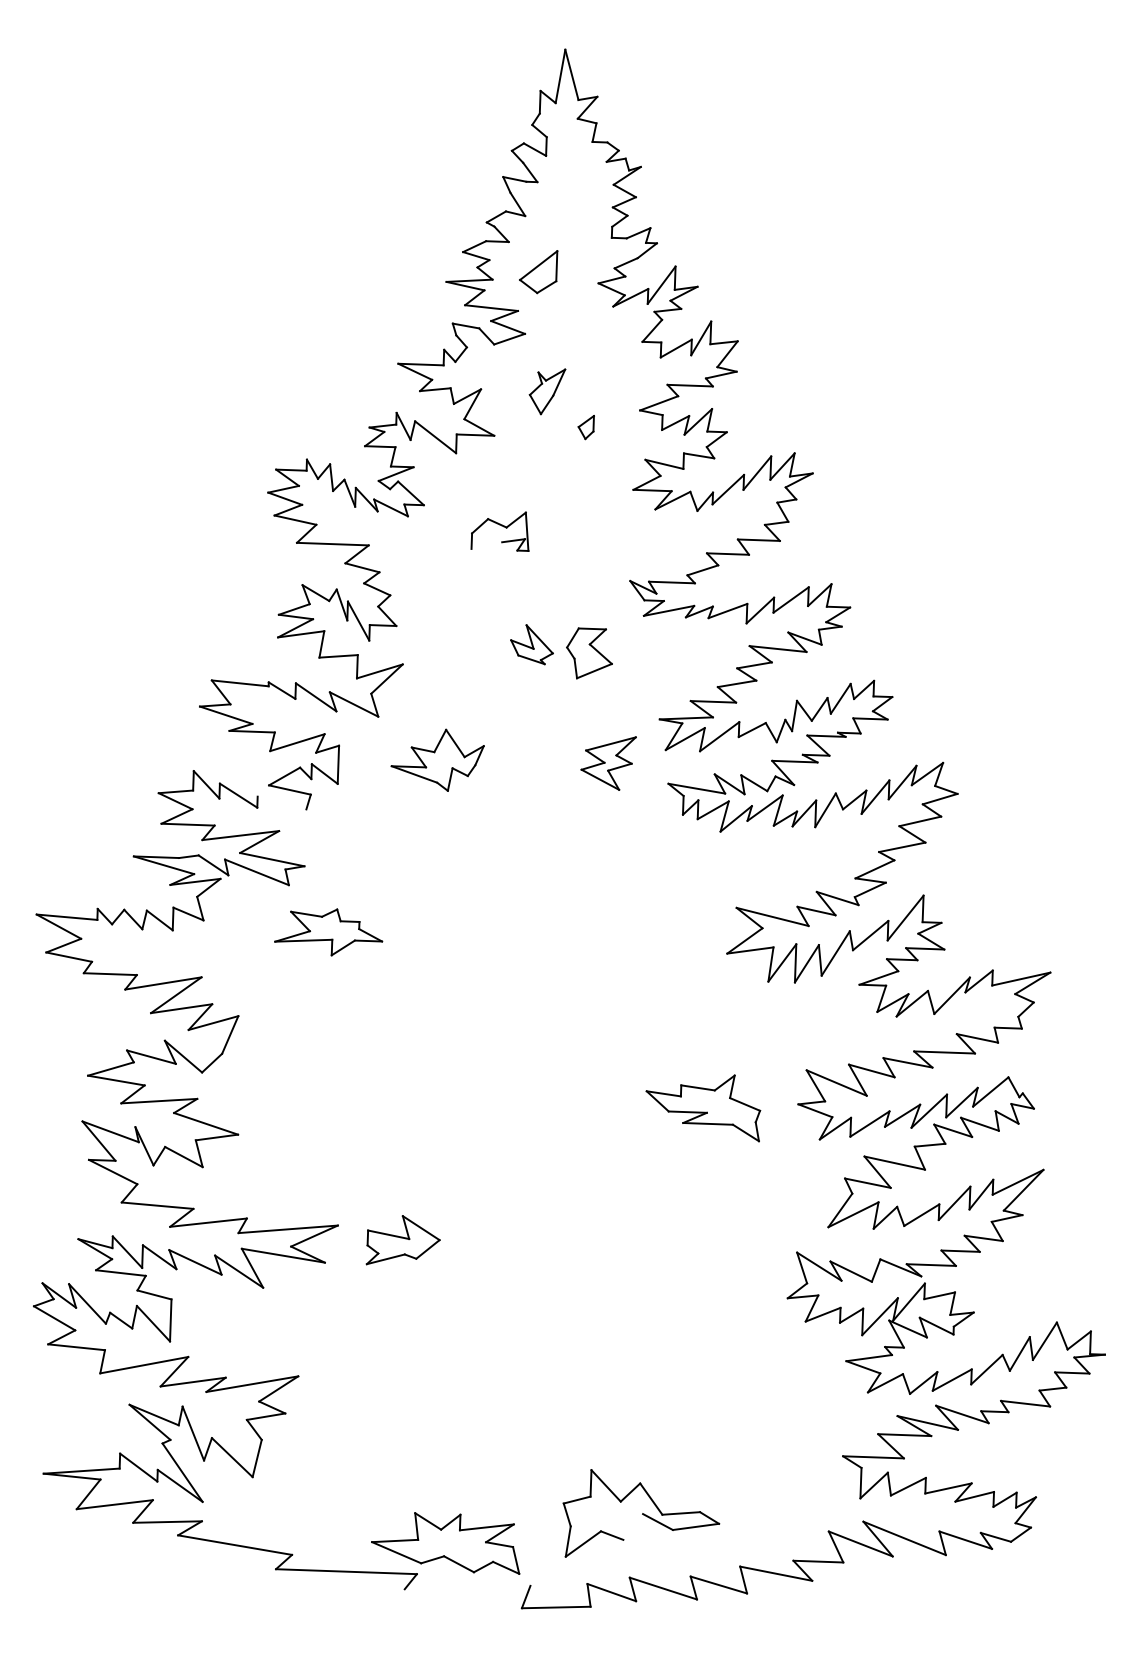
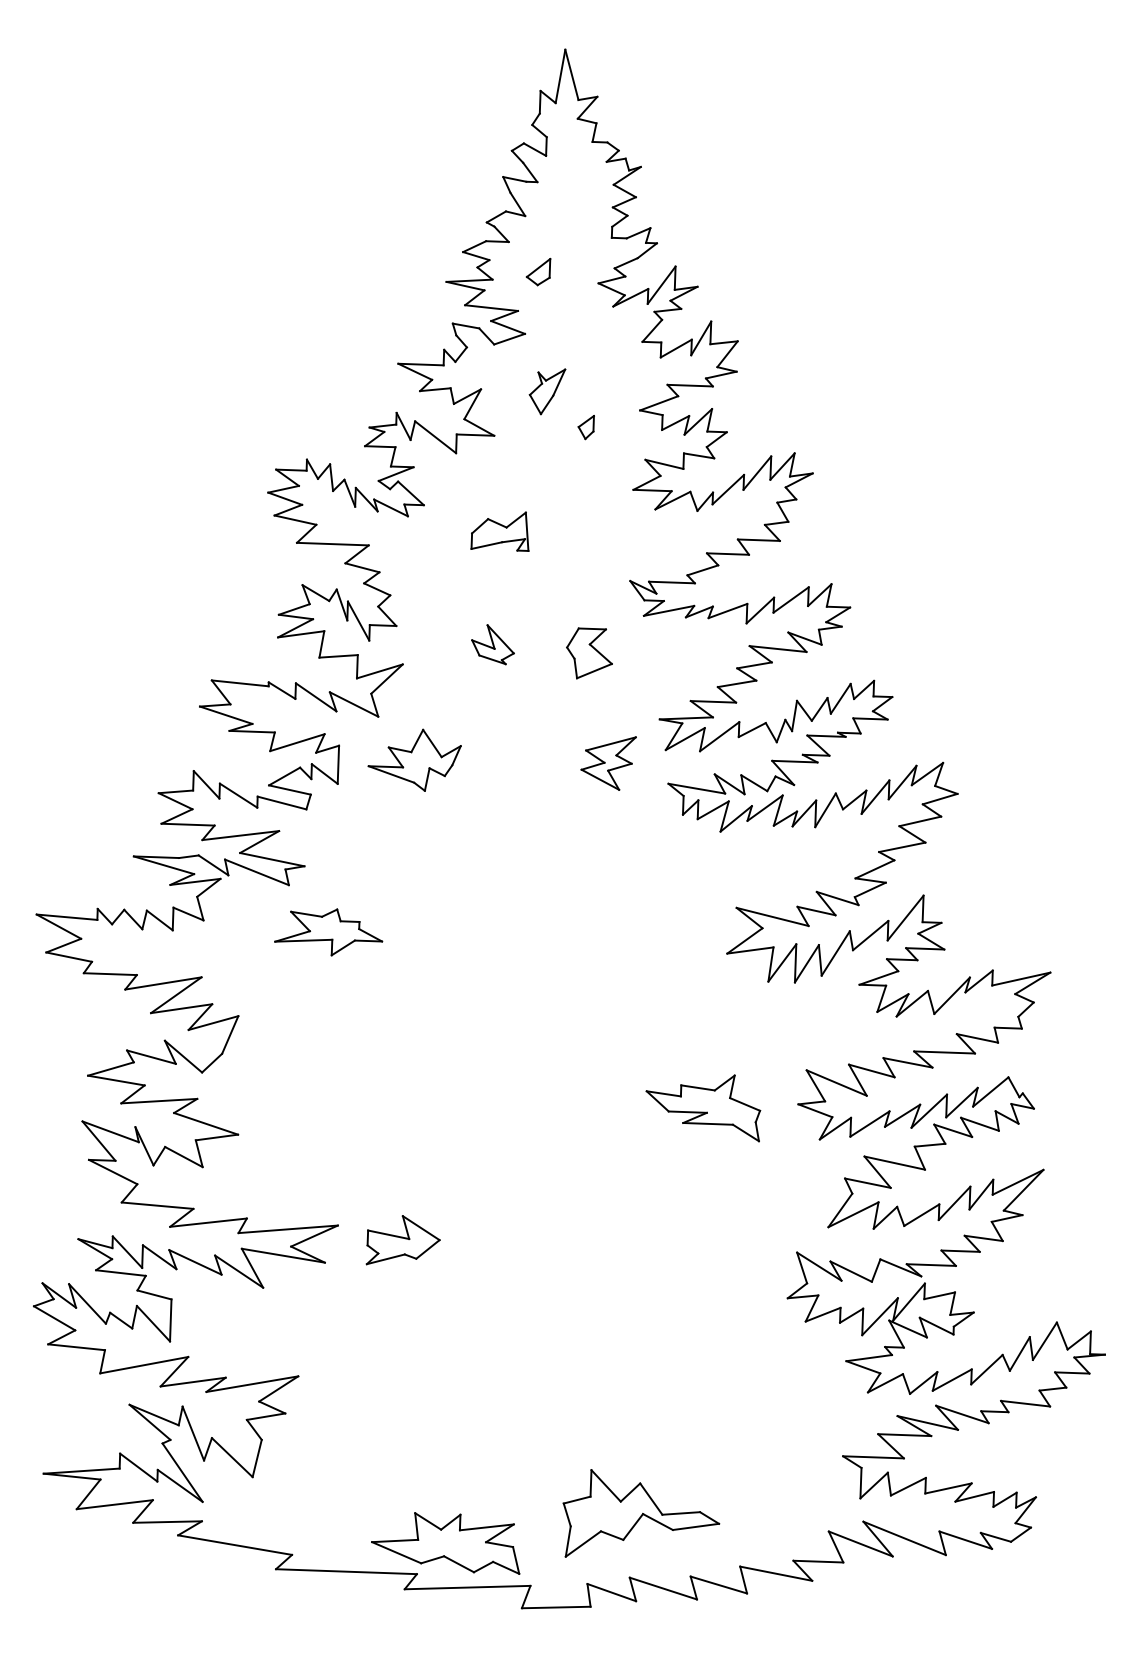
part at (538, 272) size: 40x45 px -> 27x30 px
line at (486, 545): none -> present
part at (531, 644) position: (531, 644) -> (492, 644)
part at (437, 759) position: (437, 759) -> (414, 759)
line at (281, 802): none -> present
line at (633, 1526): none -> present
line at (467, 1587): none -> present
